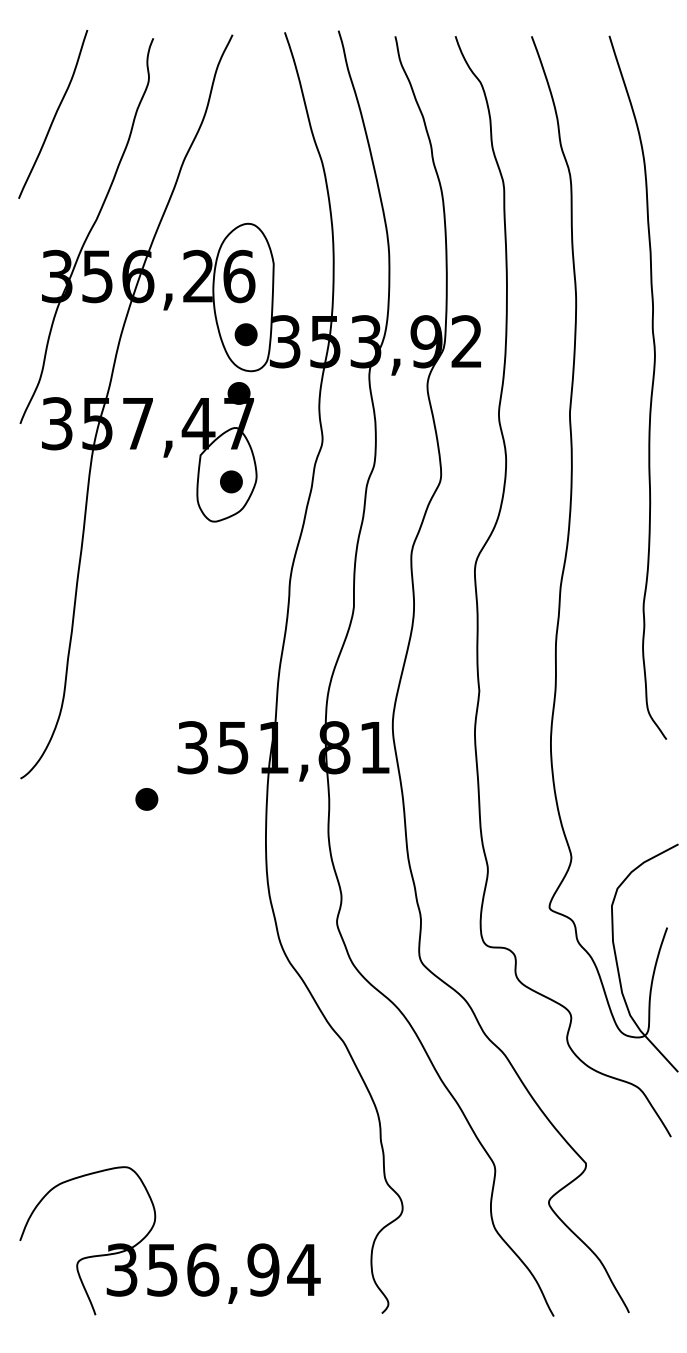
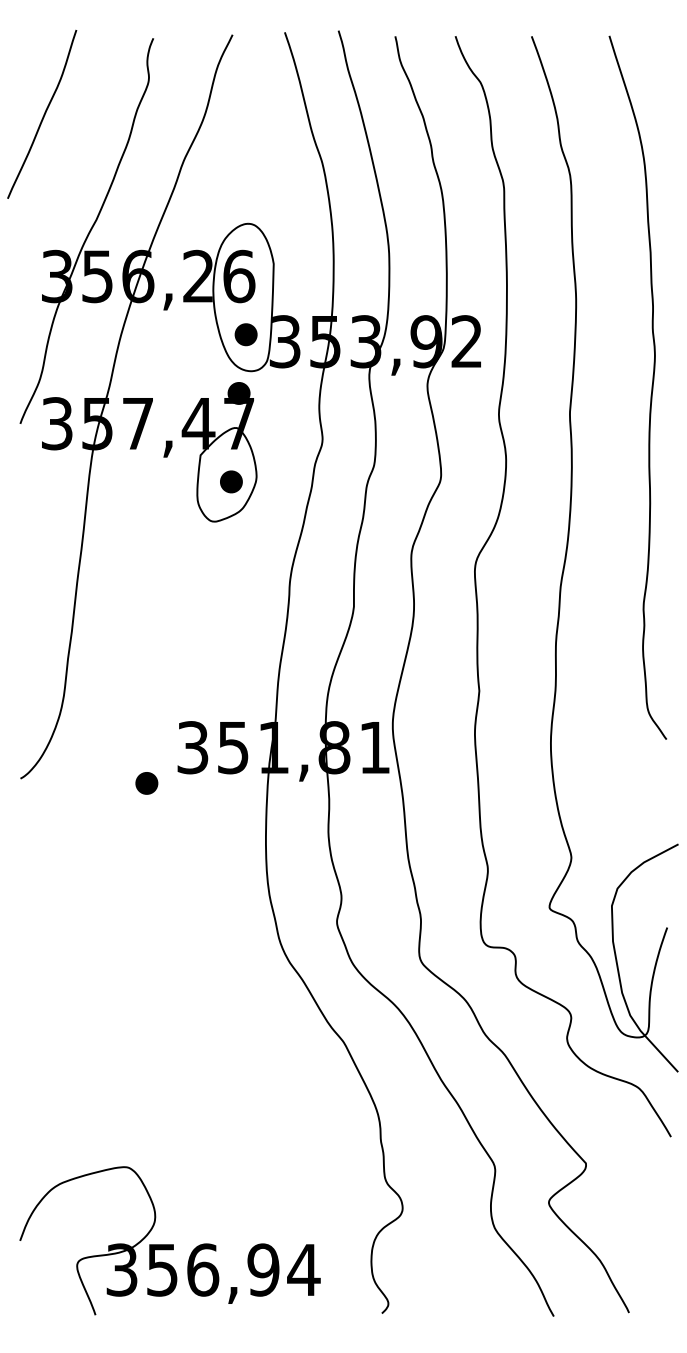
curve at (54, 114) position: (54, 114) -> (43, 114)
part at (146, 799) position: (146, 799) -> (146, 783)
